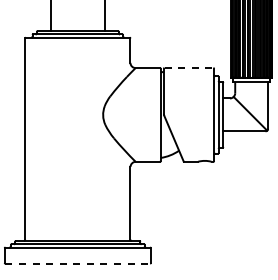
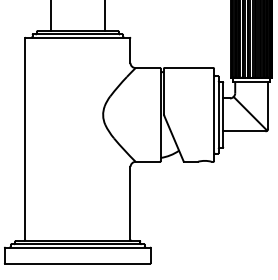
line at (189, 68): dashed -> solid
line at (78, 263): dashed -> solid
